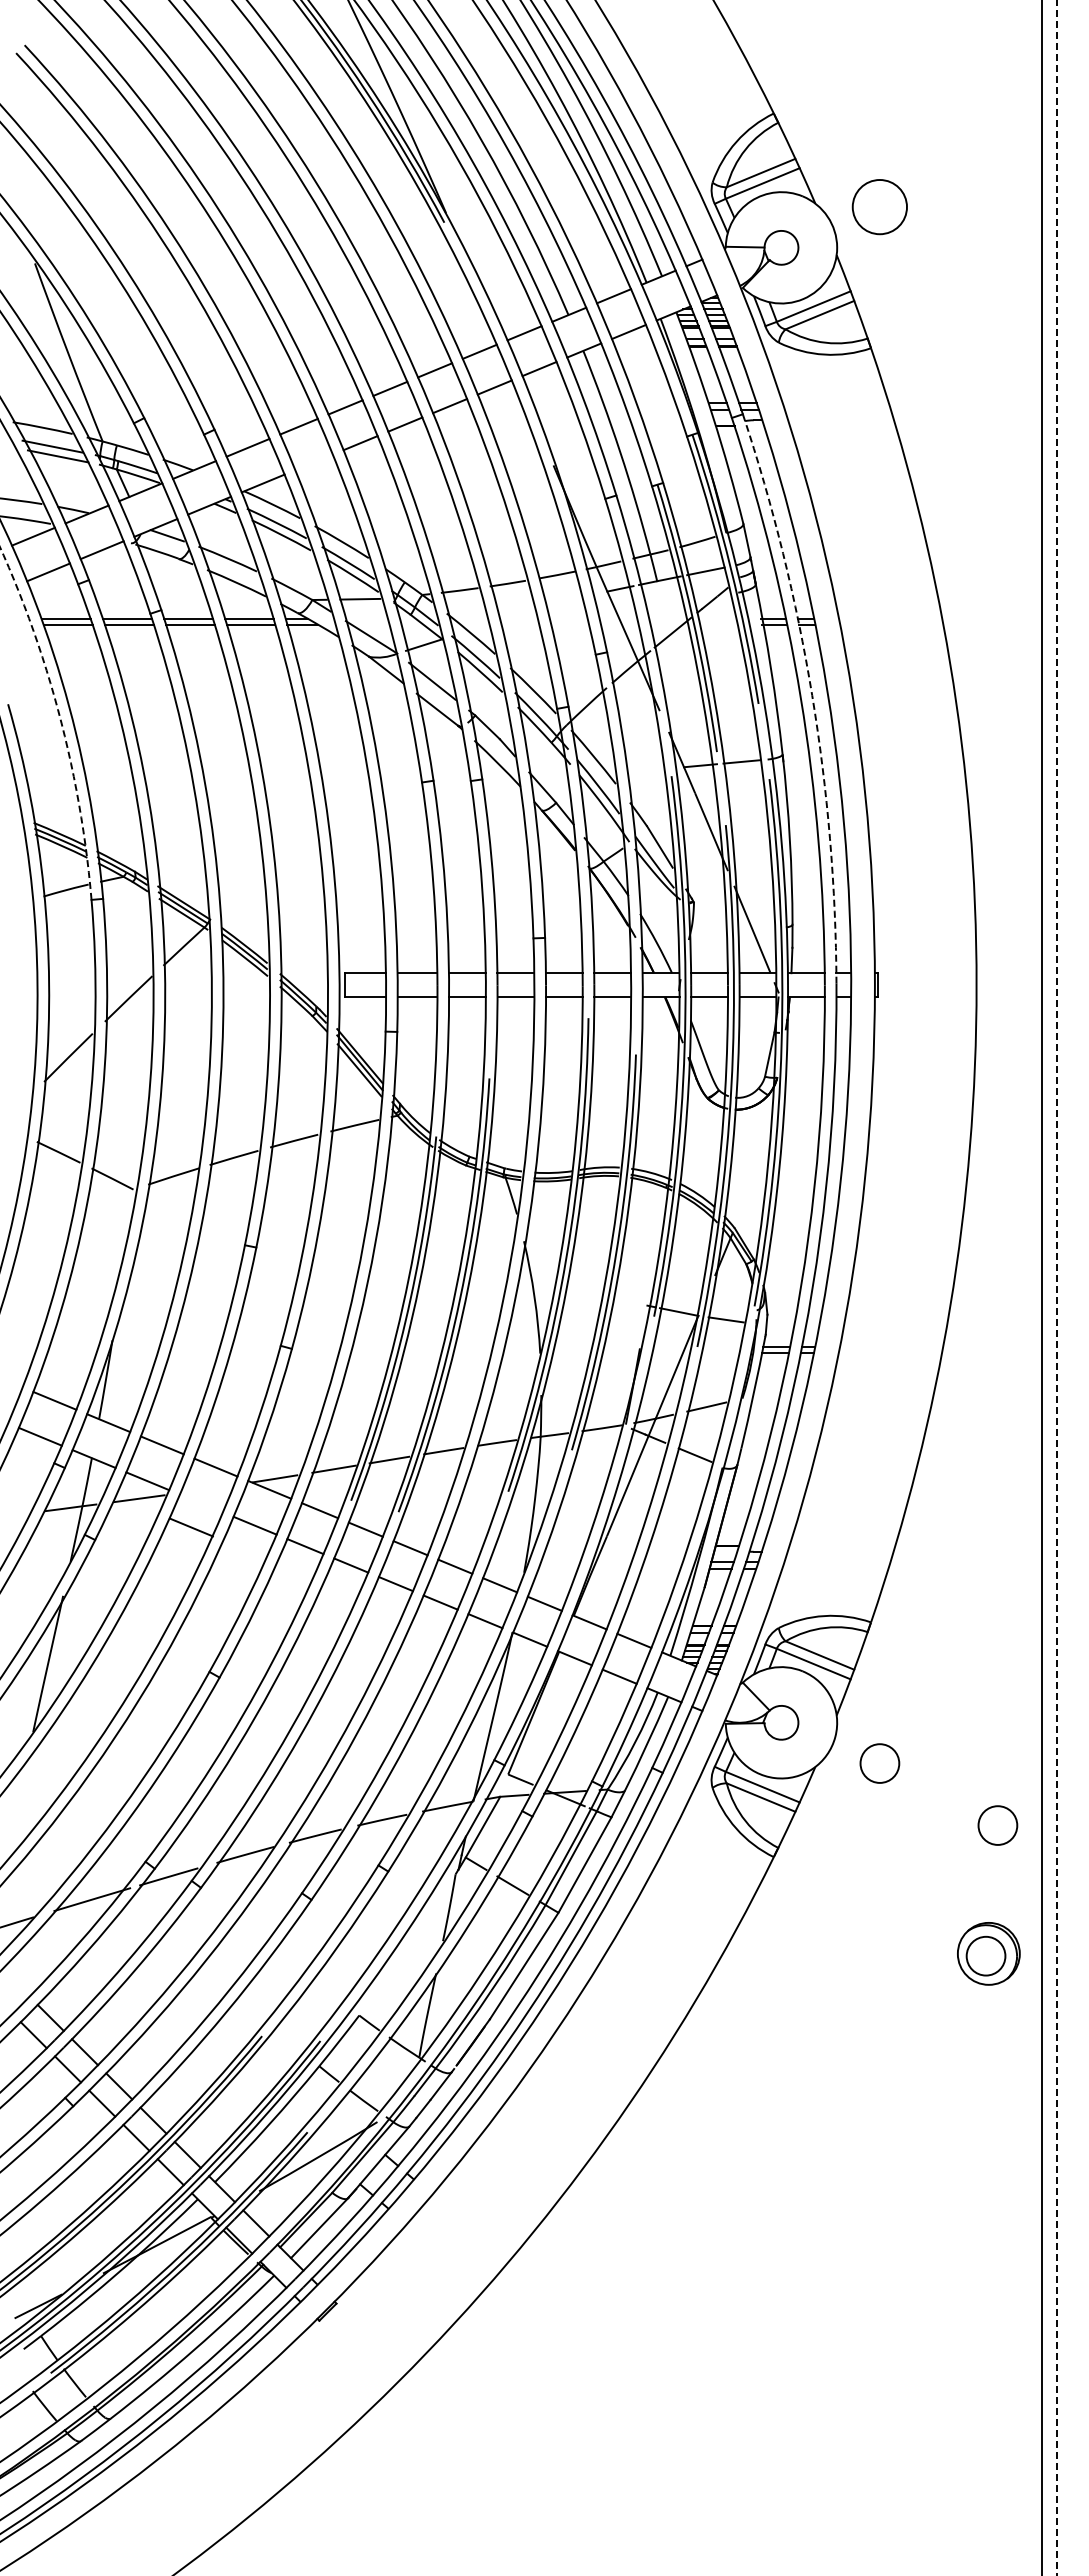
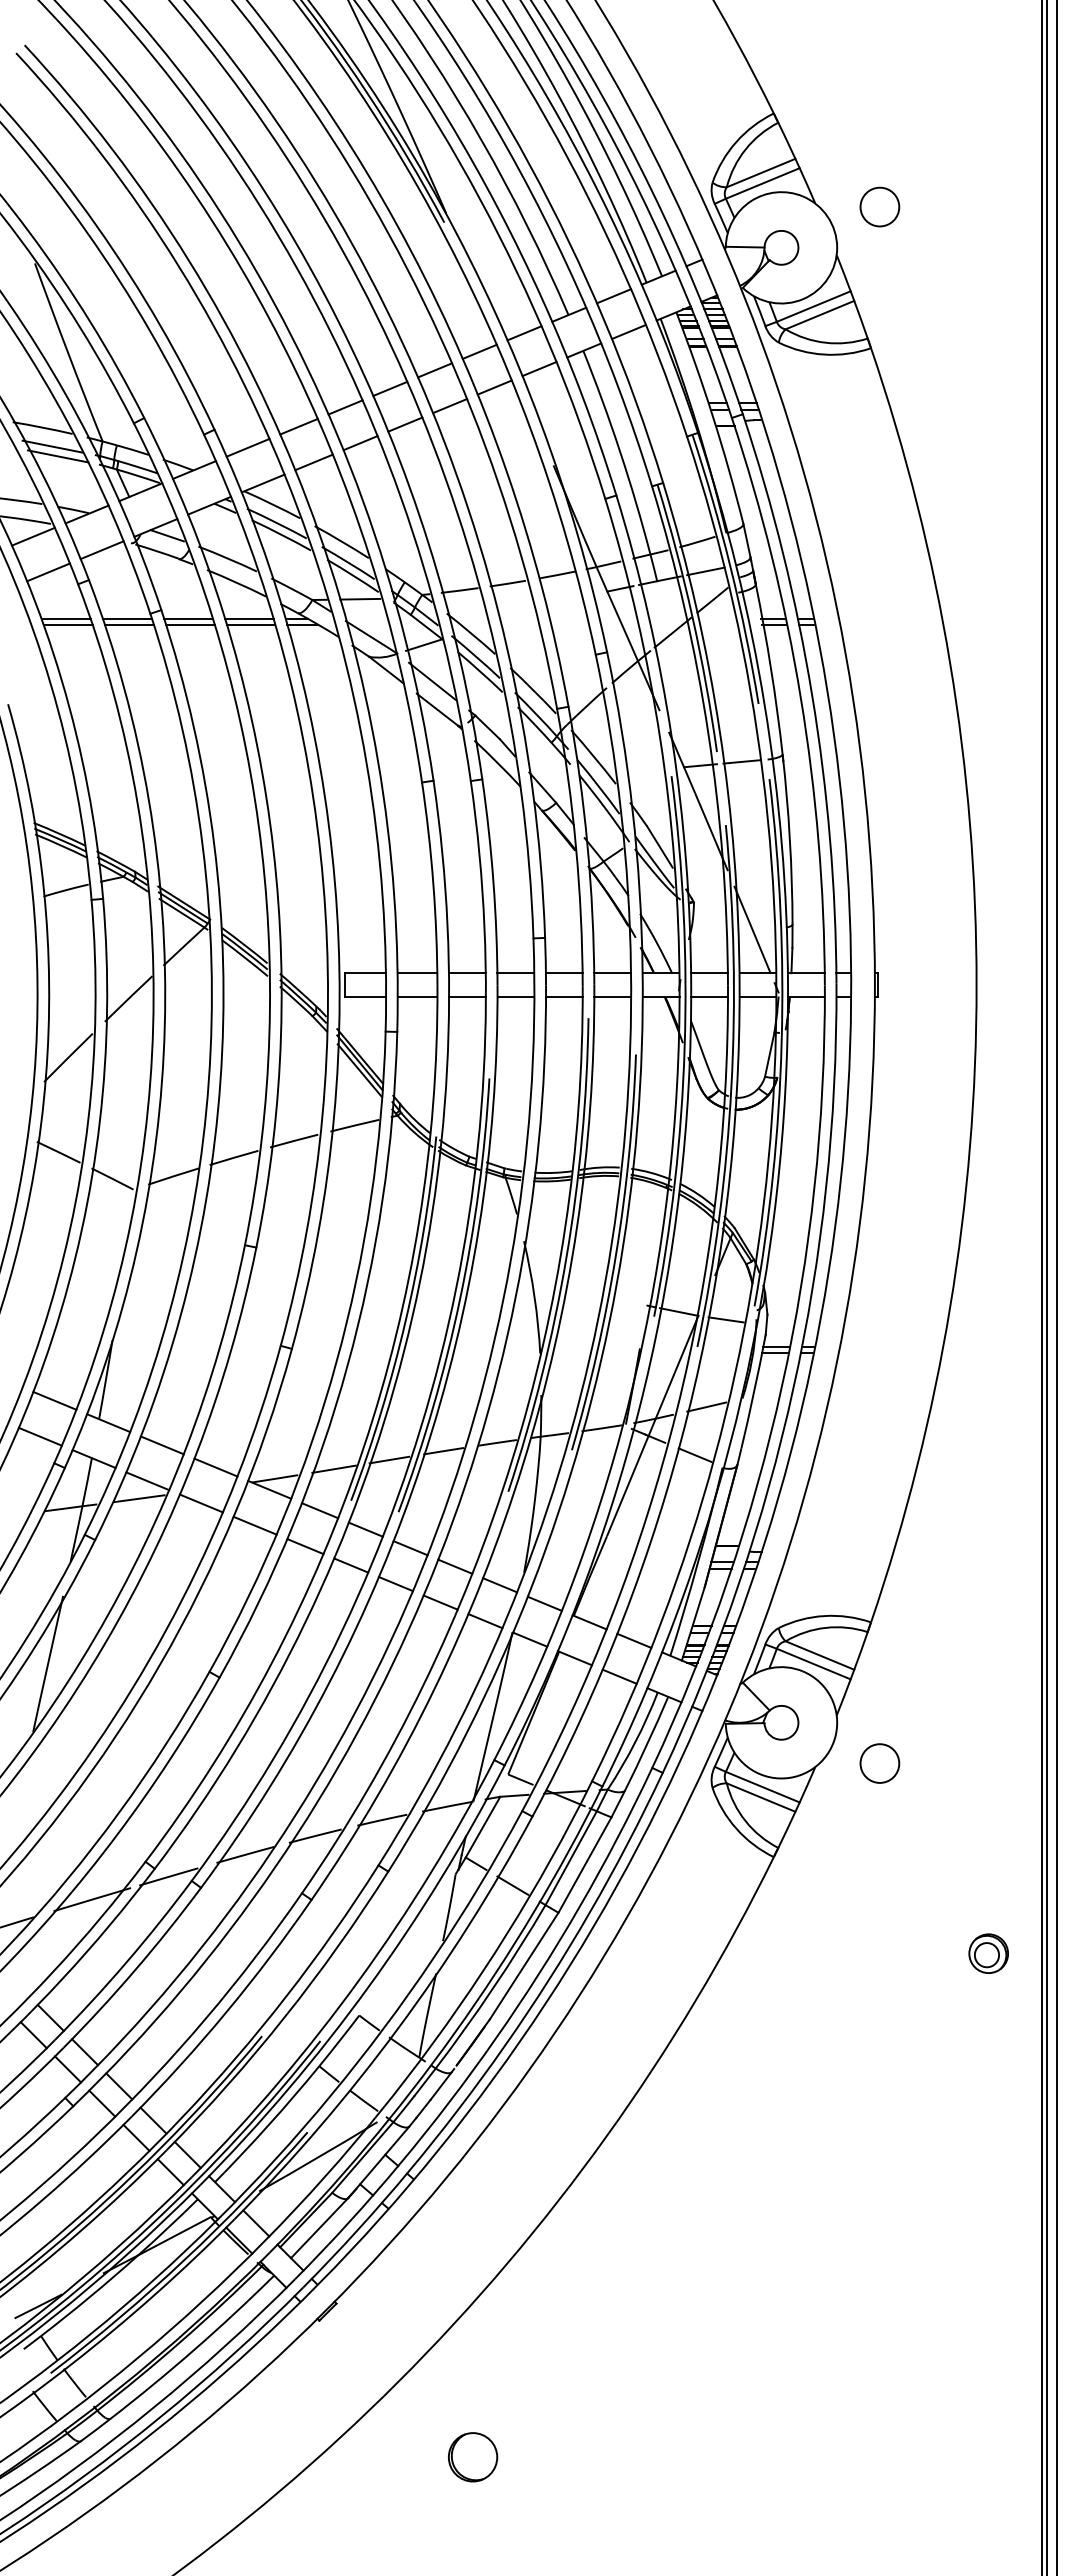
circle at (879, 207) size: 57x57 px -> 42x42 px
line at (313, 462): none -> present
arc at (812, 695): dashed -> solid
arc at (60, 718): dashed -> solid
line at (1046, 1287): none -> present
line at (1056, 1287): dashed -> solid
line at (190, 1527) position: (190, 1527) -> (200, 1503)
circle at (997, 1825): present -> none
part at (988, 1953) size: 64x64 px -> 41x41 px
part at (473, 2457): none -> present
